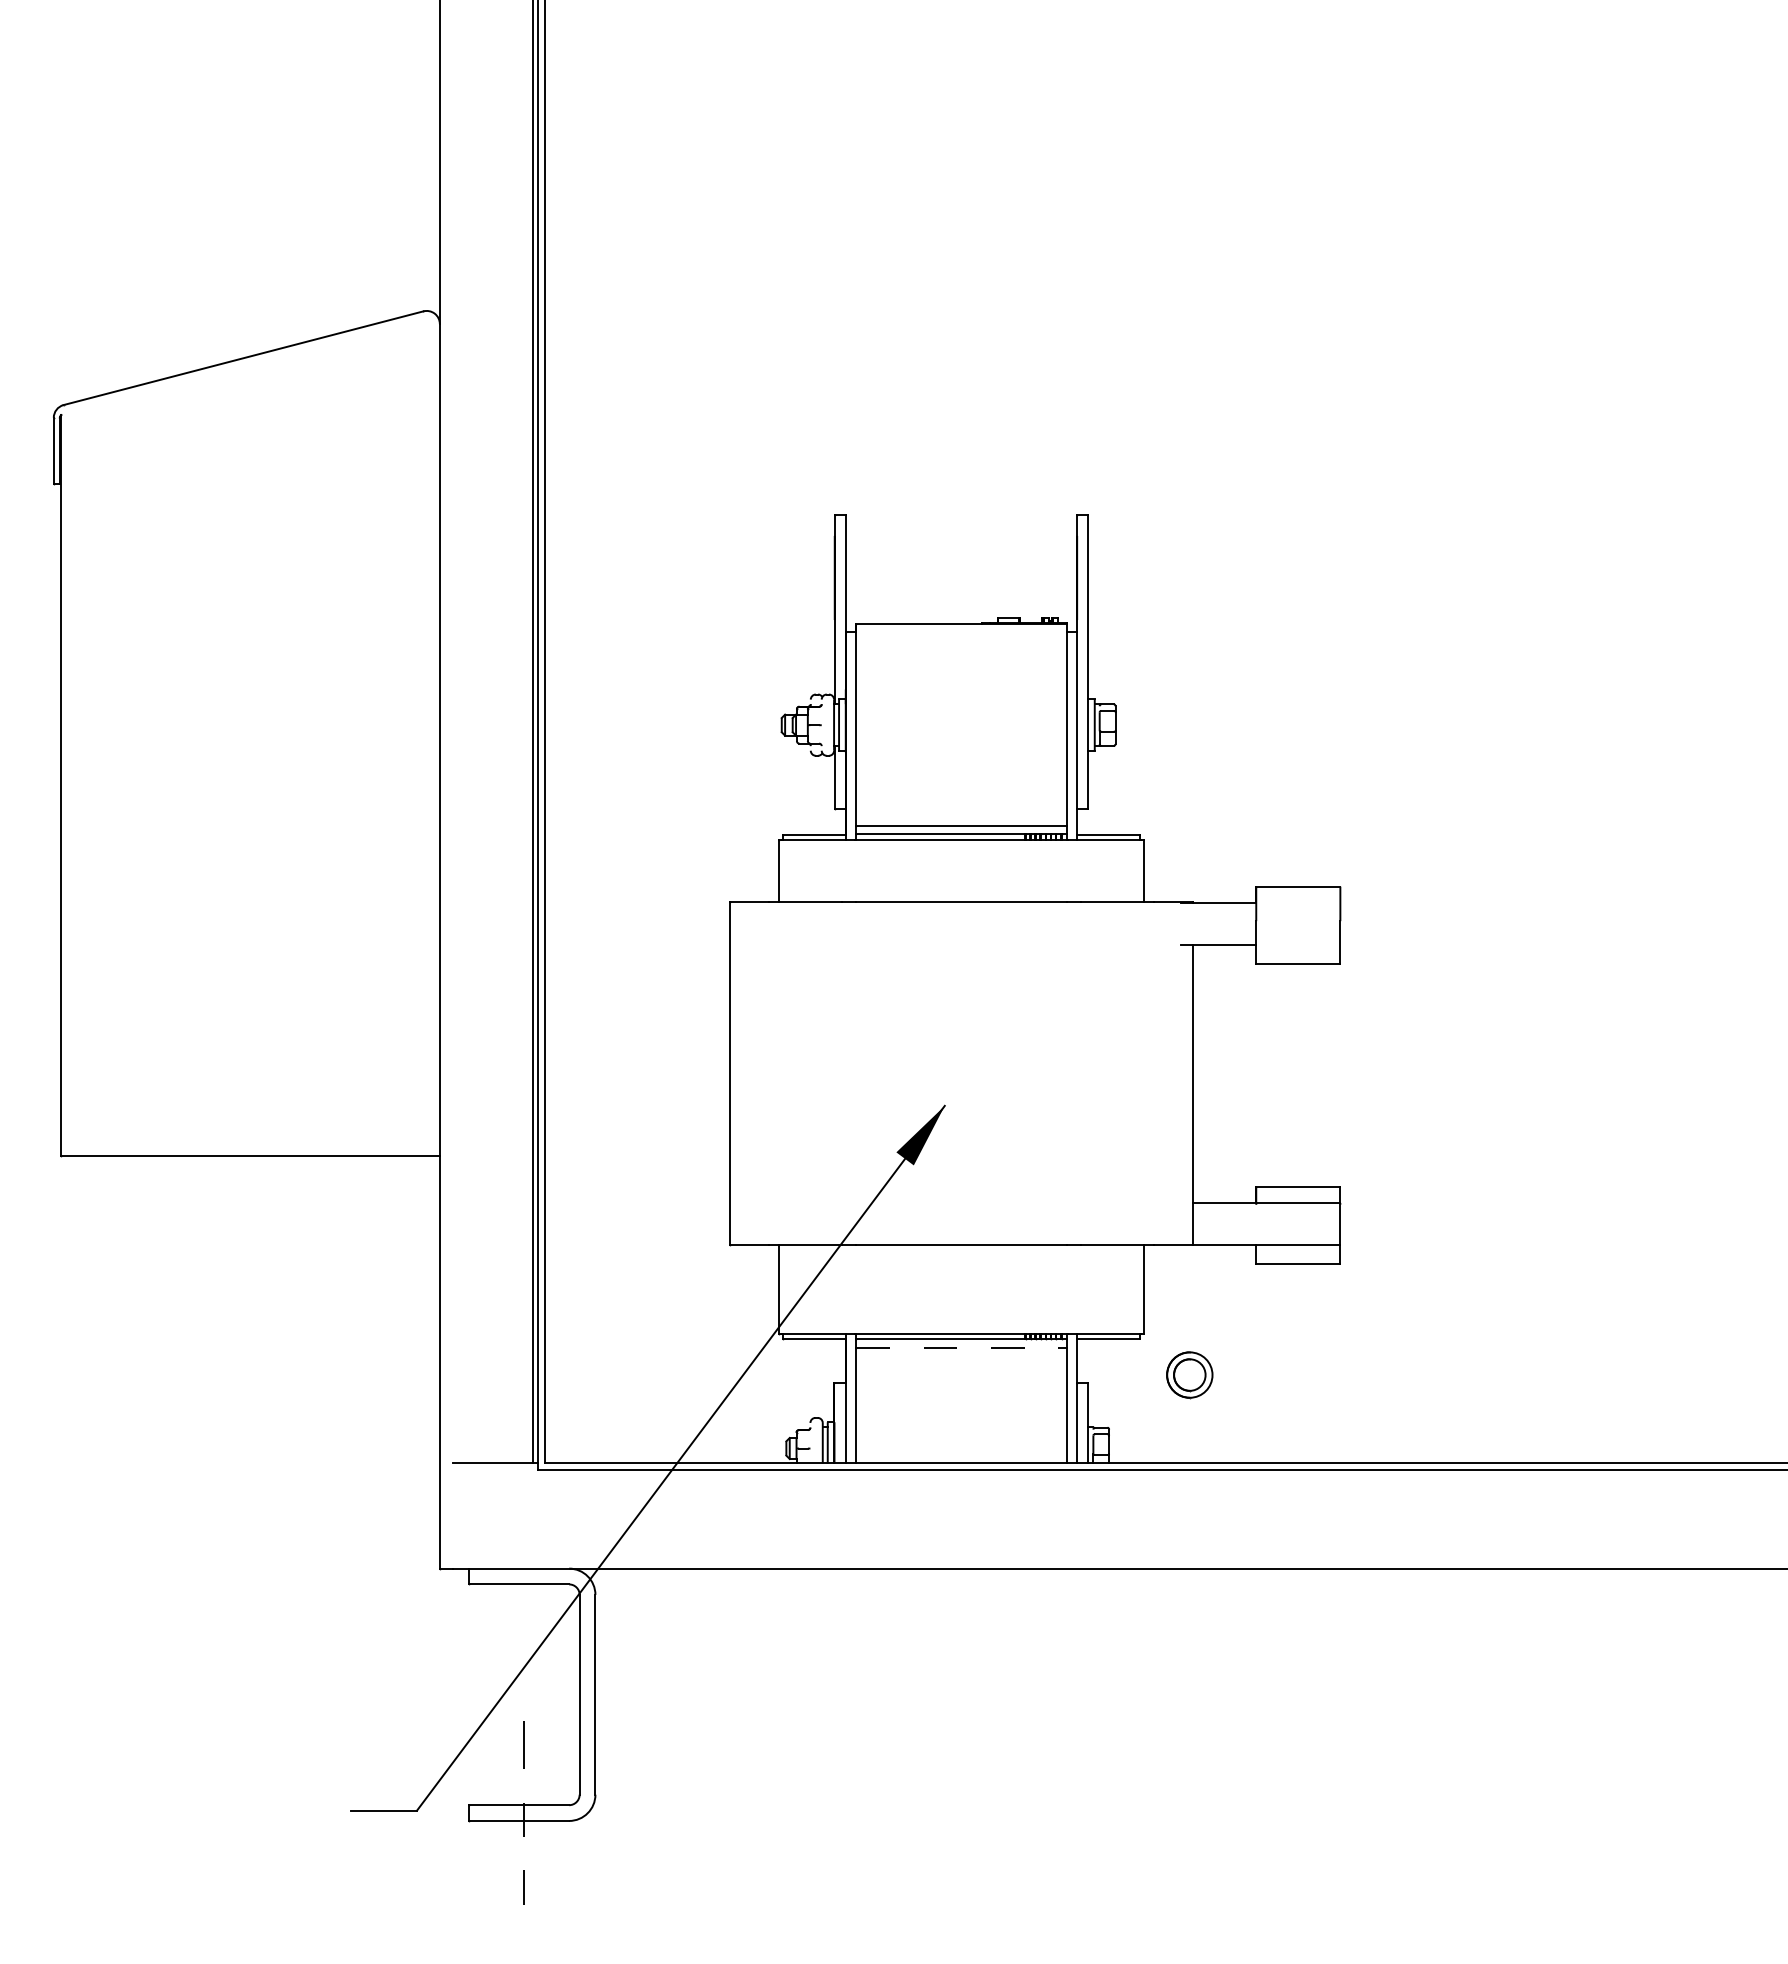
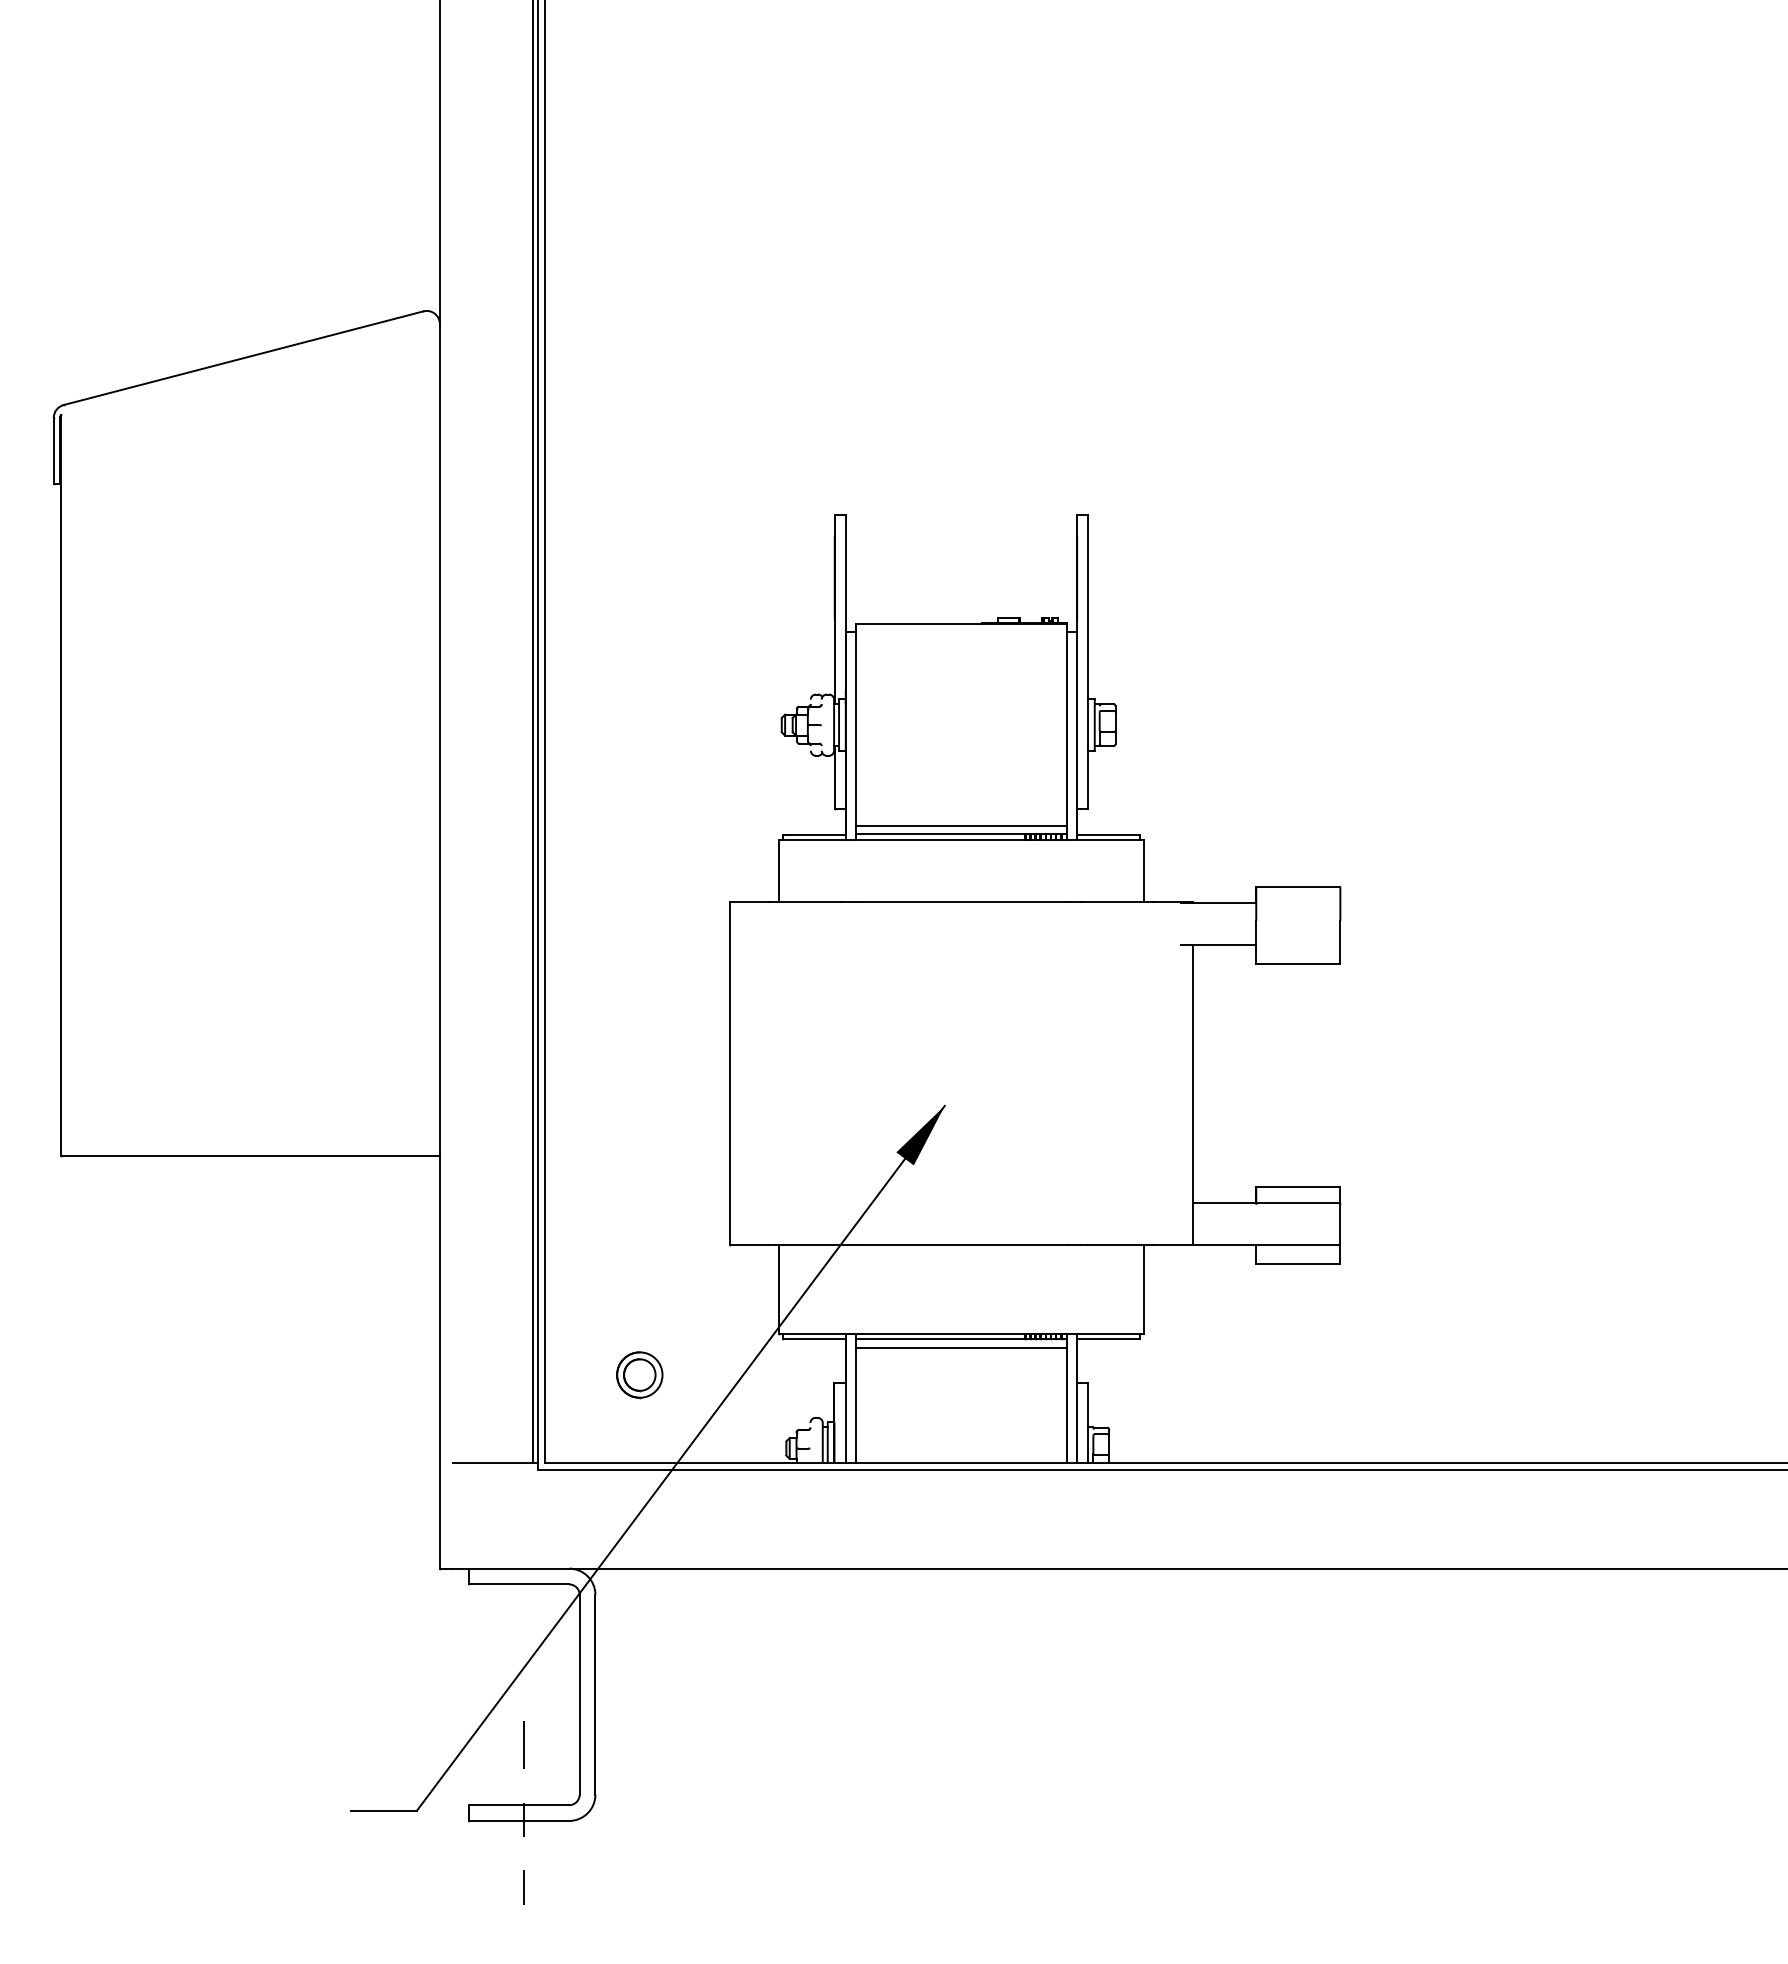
line at (961, 1347): dashed -> solid
part at (1189, 1375) position: (1189, 1375) -> (639, 1375)
